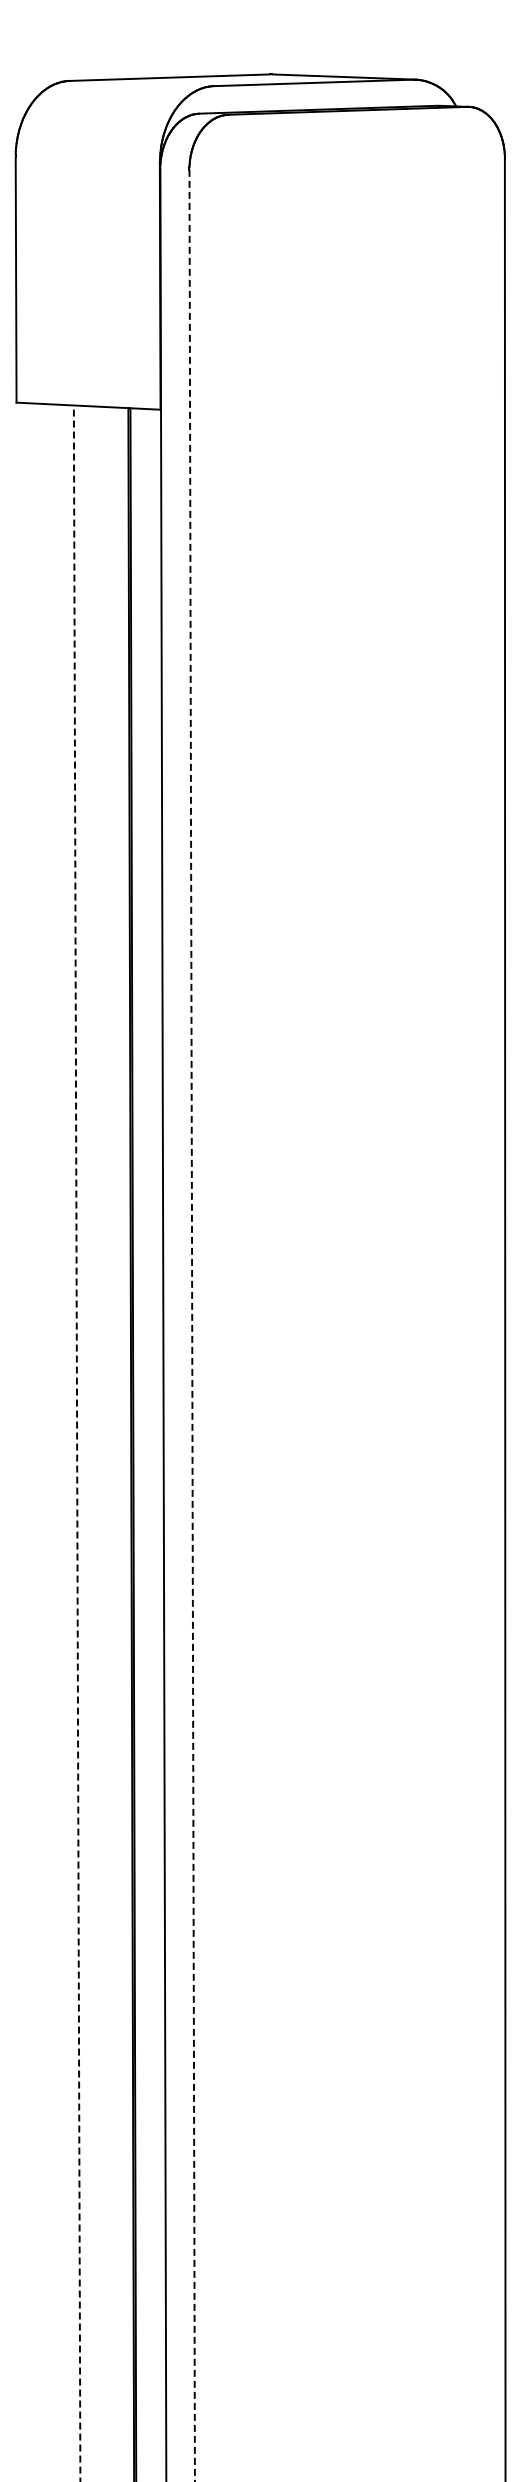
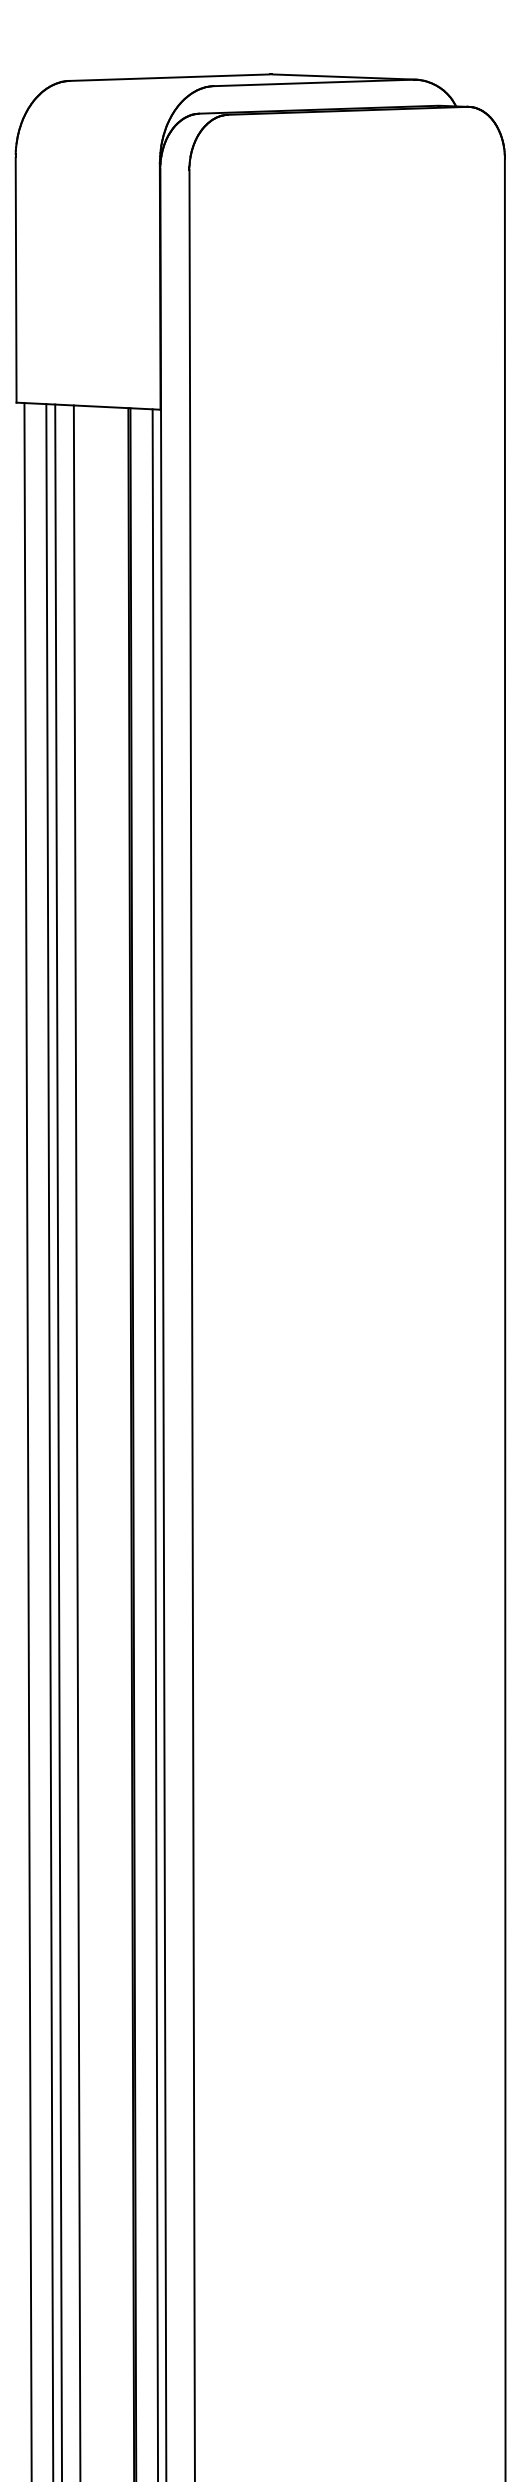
line at (192, 1325): dashed -> solid
line at (27, 1440): none -> present
line at (49, 1441): none -> present
line at (58, 1441): none -> present
line at (77, 1443): dashed -> solid
line at (155, 1443): none -> present
